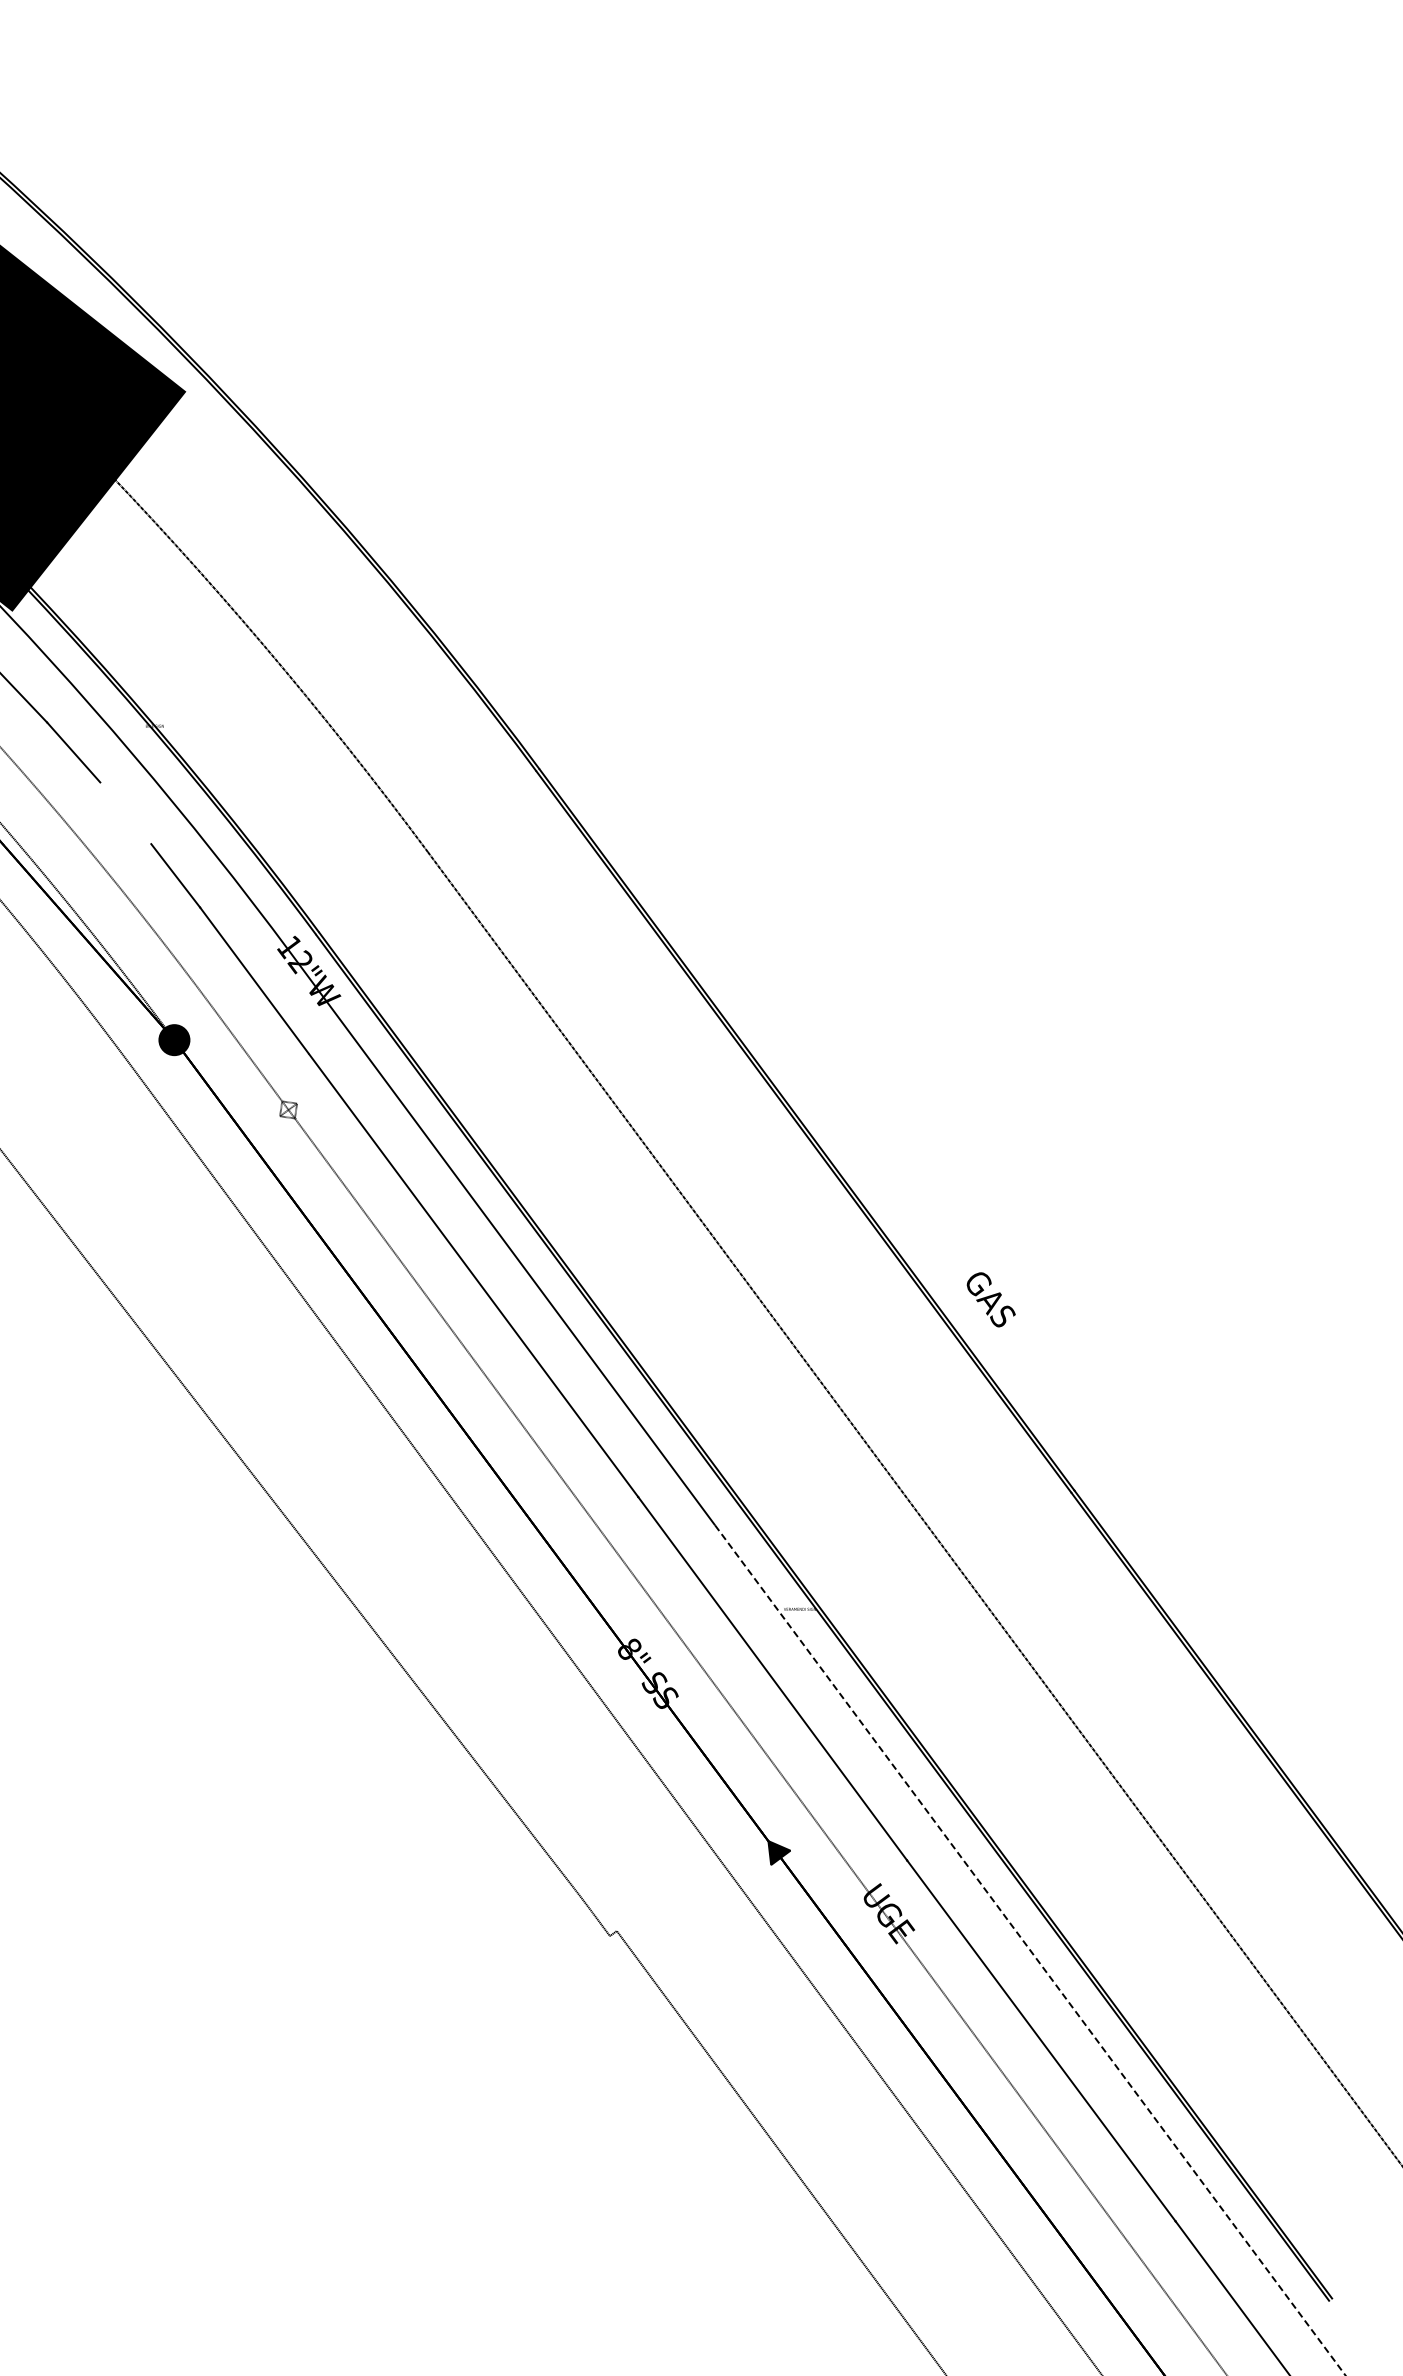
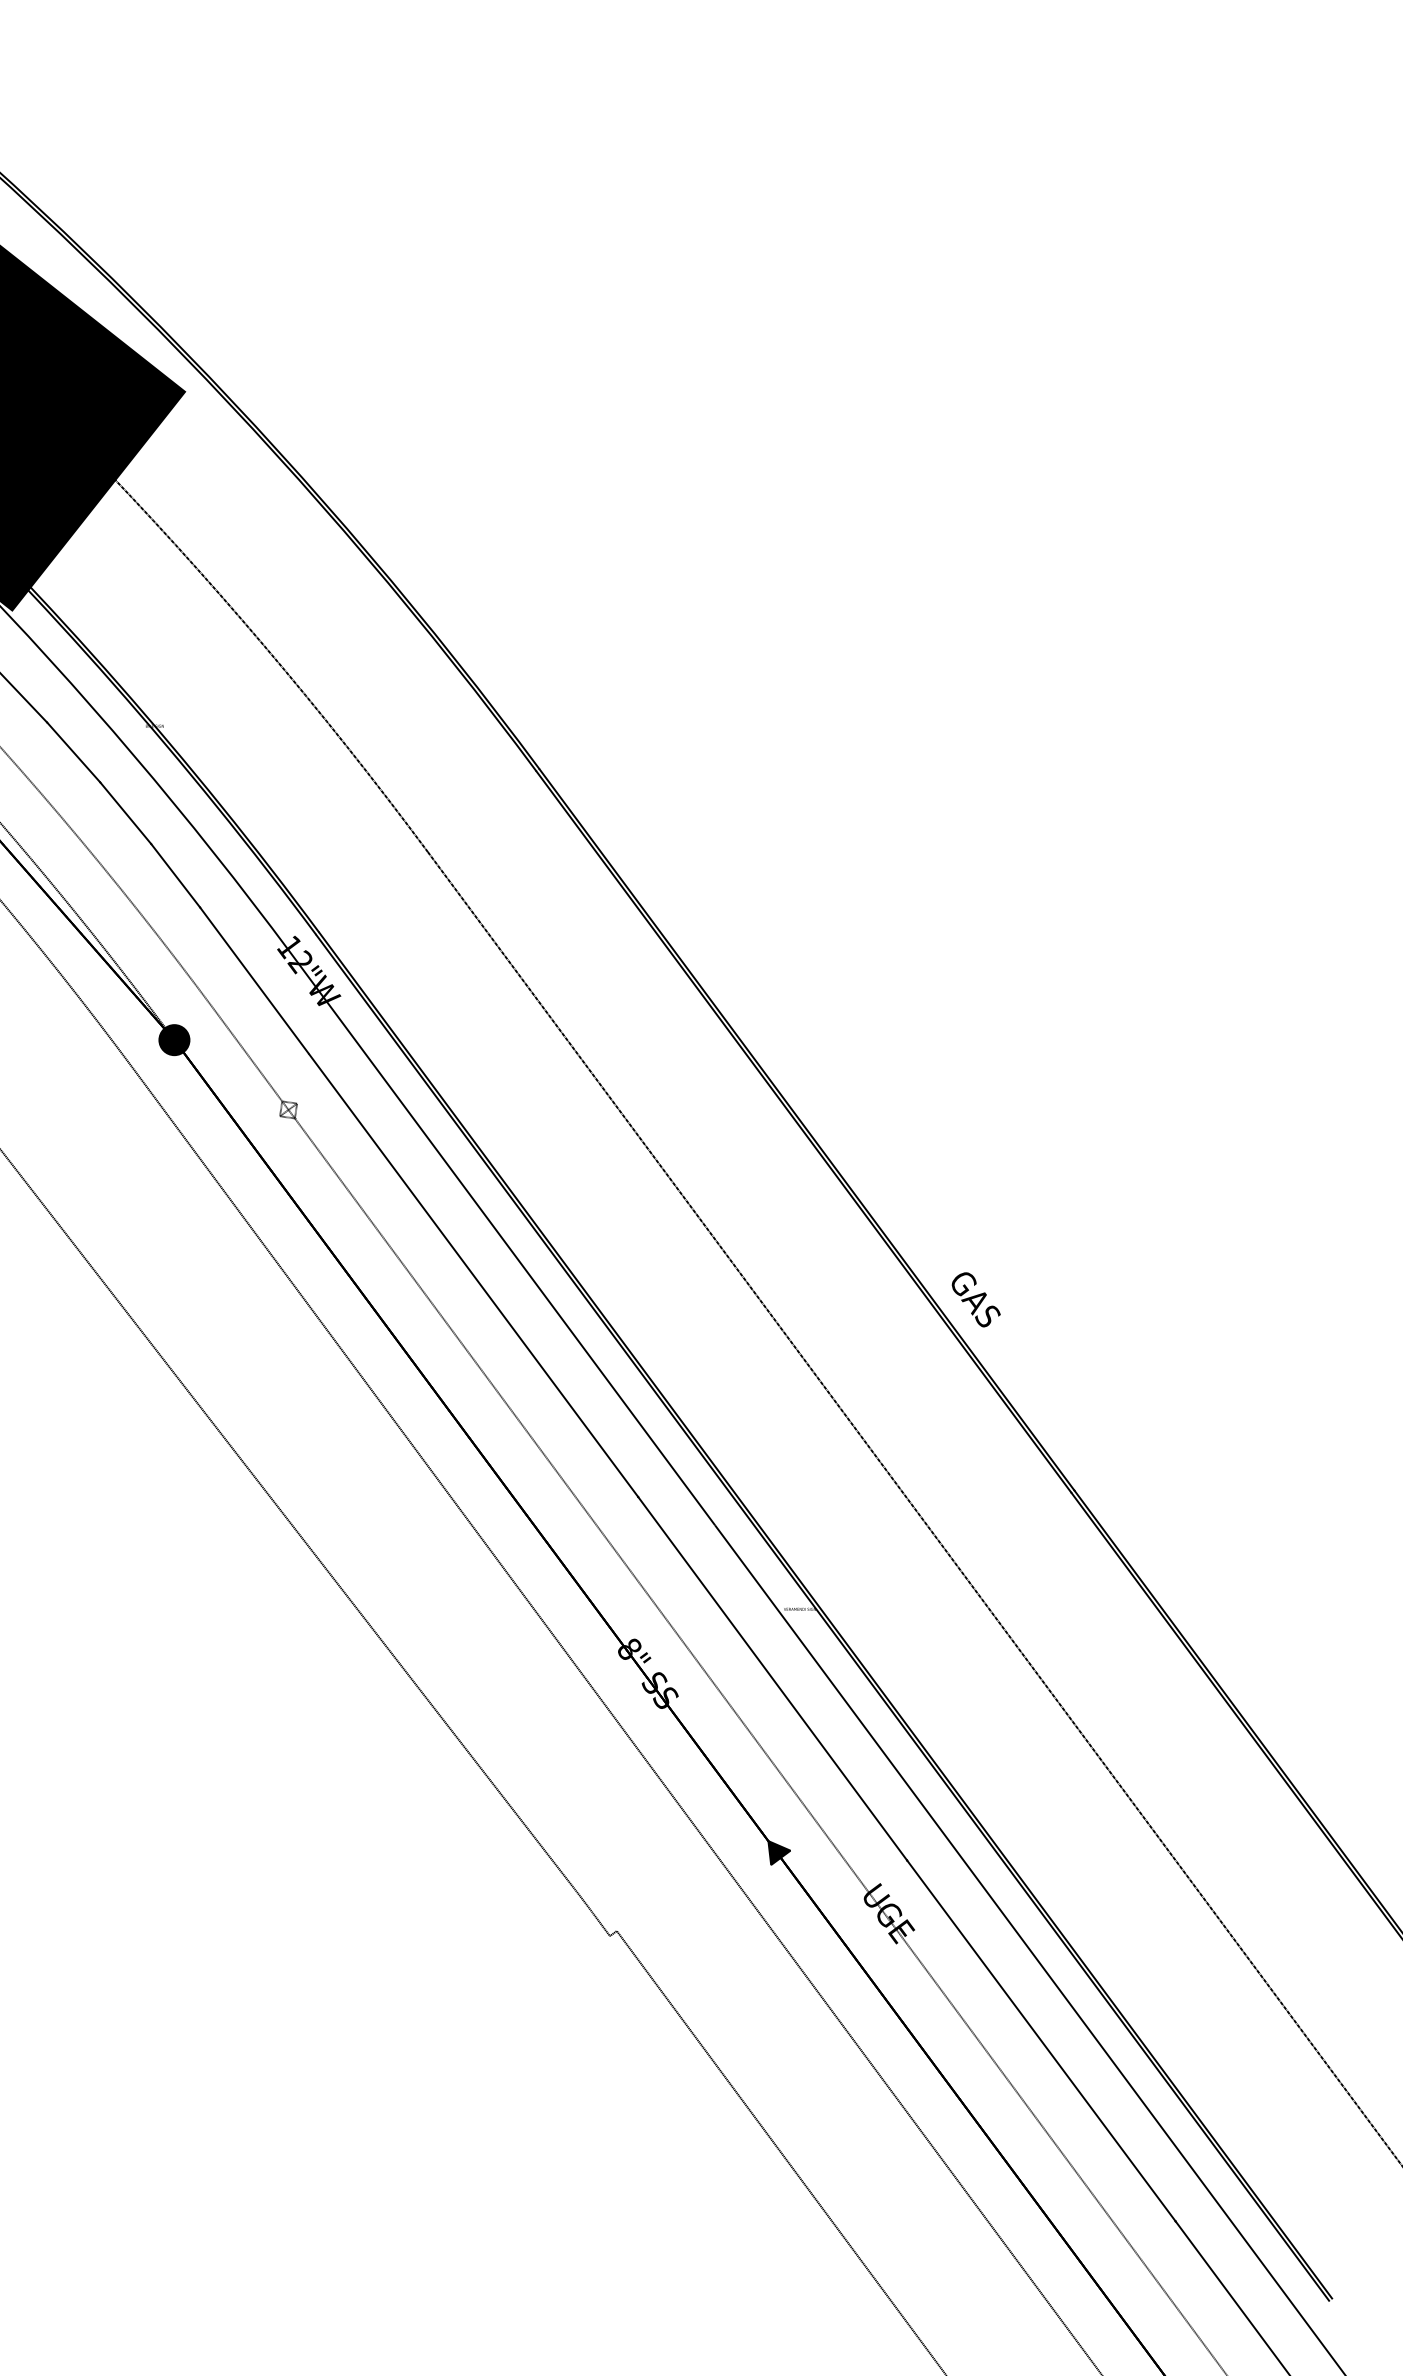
line at (125, 813): none -> present
text at (990, 1299) position: (990, 1299) -> (975, 1299)
line at (1030, 1950): dashed -> solid
